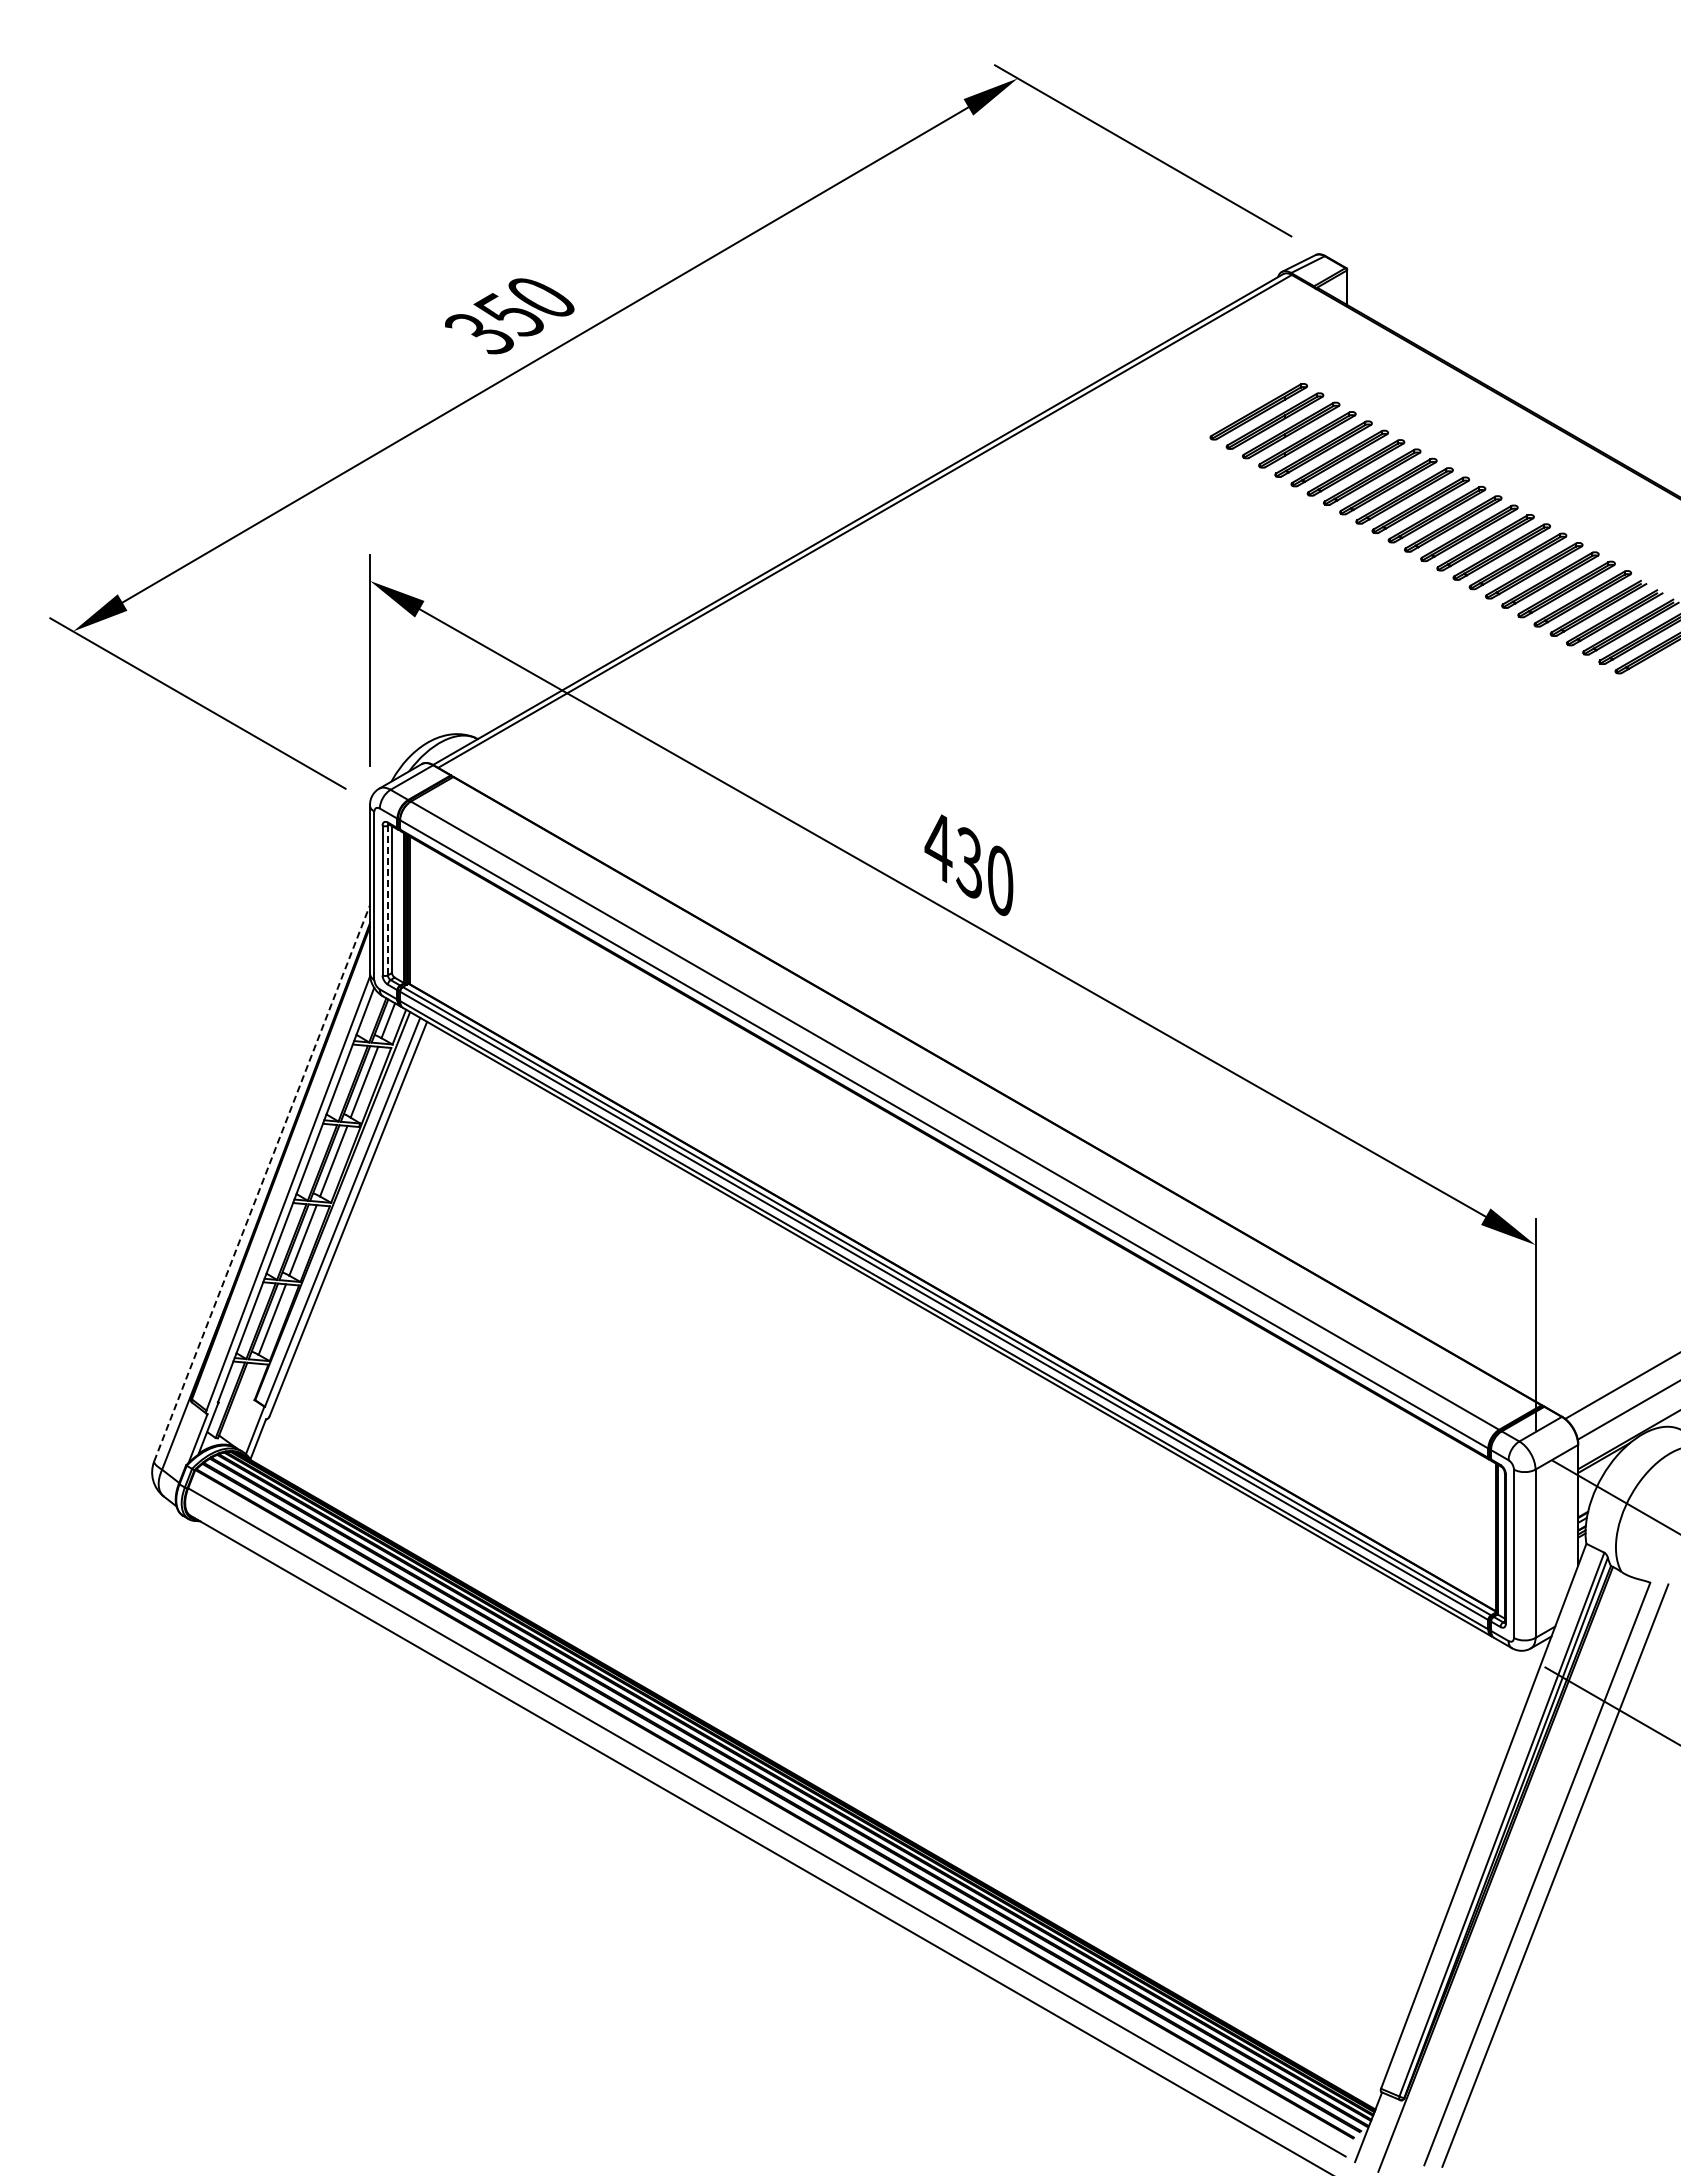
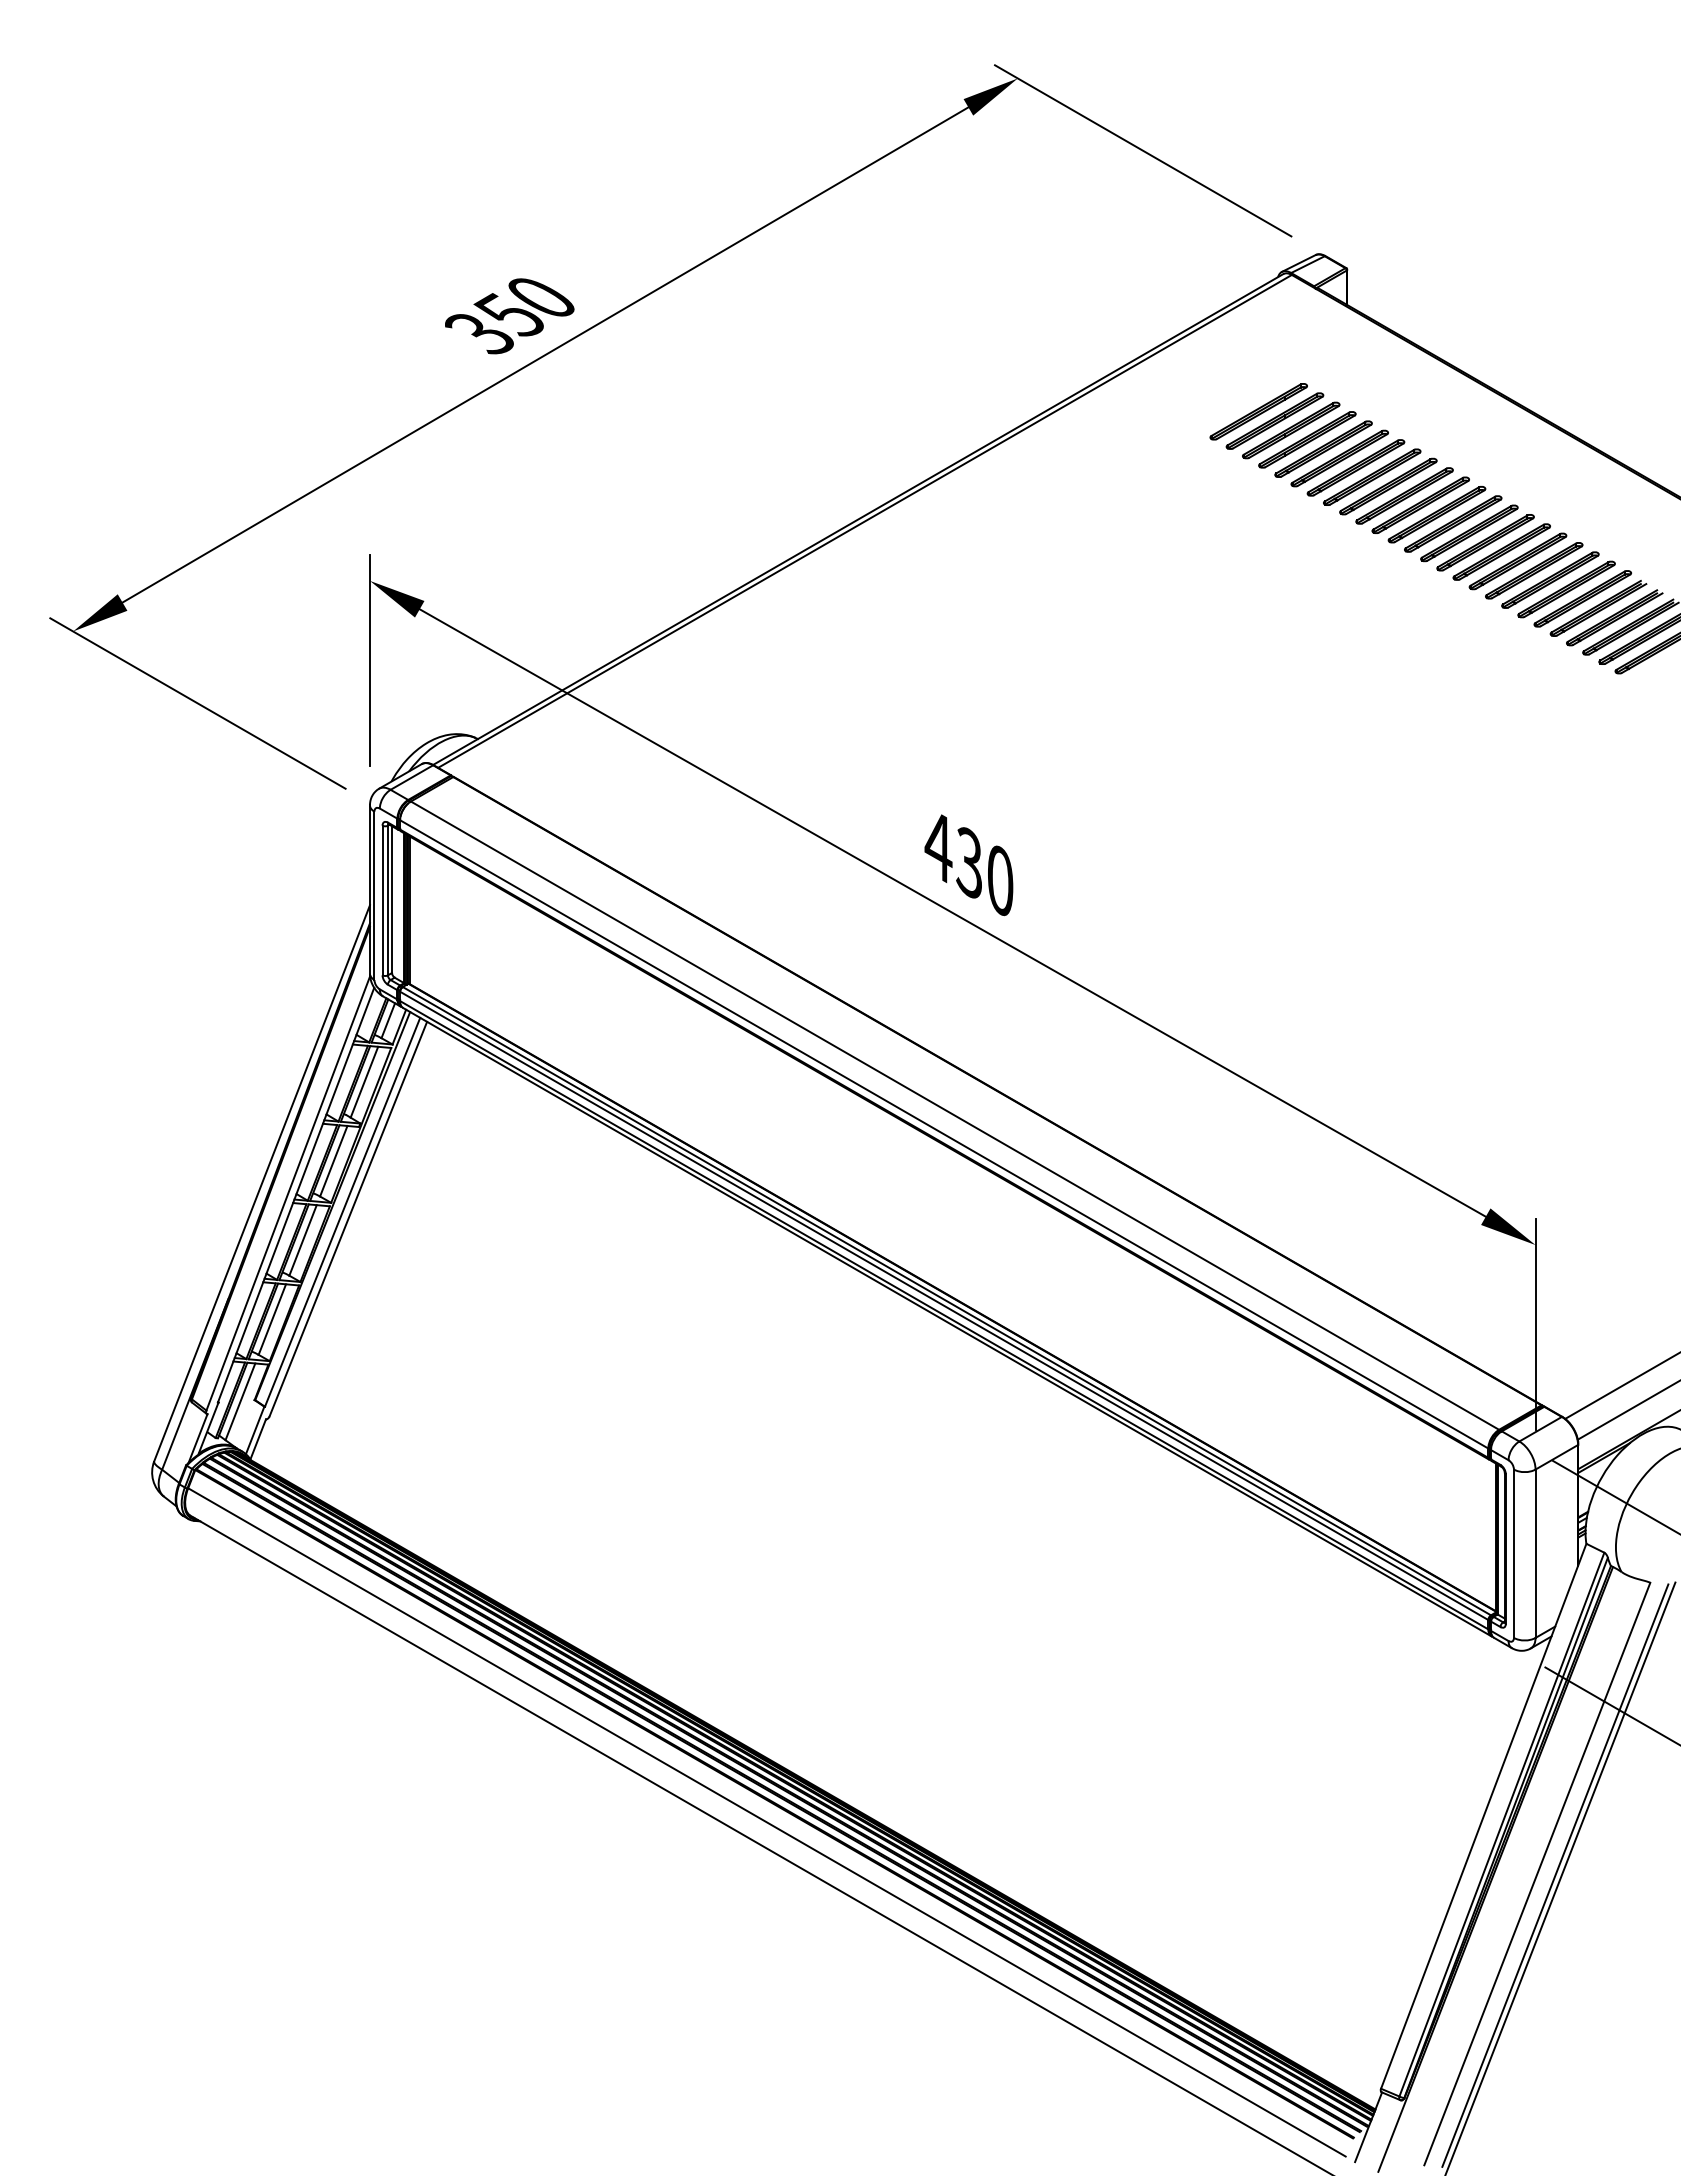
line at (387, 900): dashed -> solid
line at (262, 1182): dashed -> solid
line at (240, 1401): none -> present
line at (1560, 1877): none -> present
